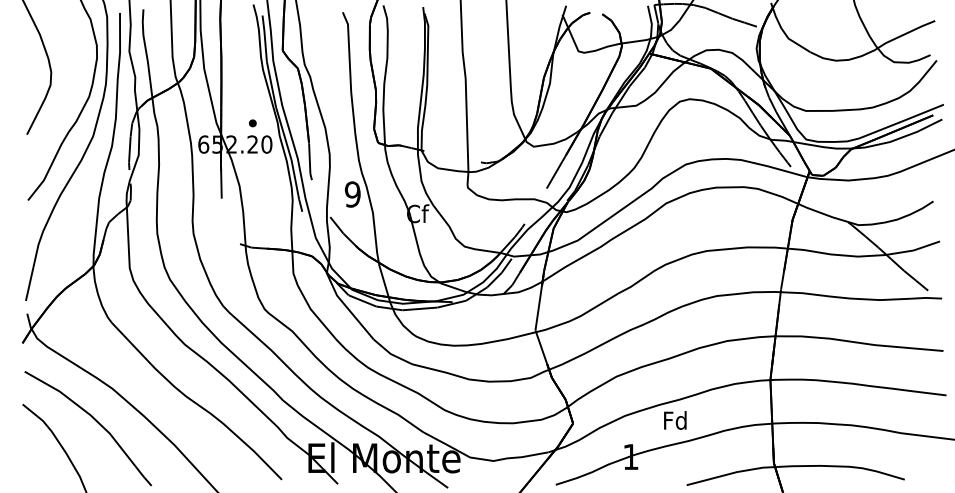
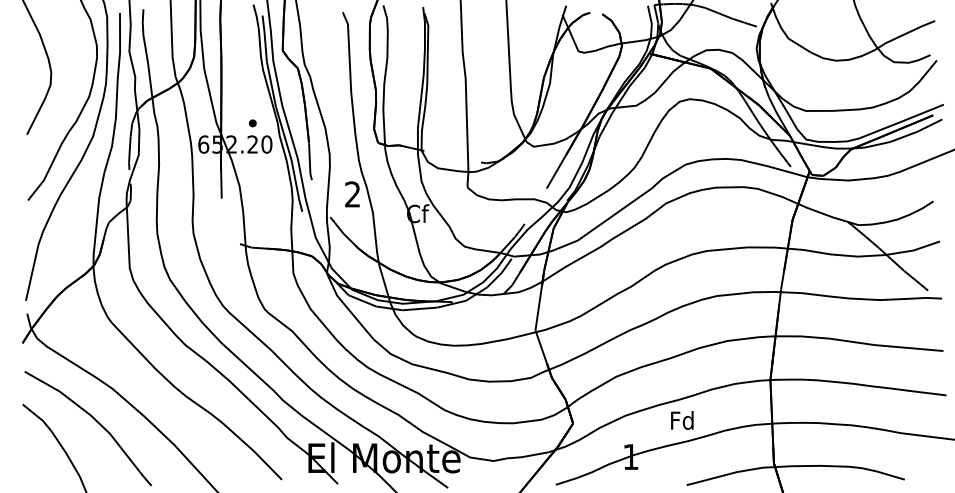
text at (352, 194): 9 -> 2
text at (675, 420) position: (675, 420) -> (682, 420)
